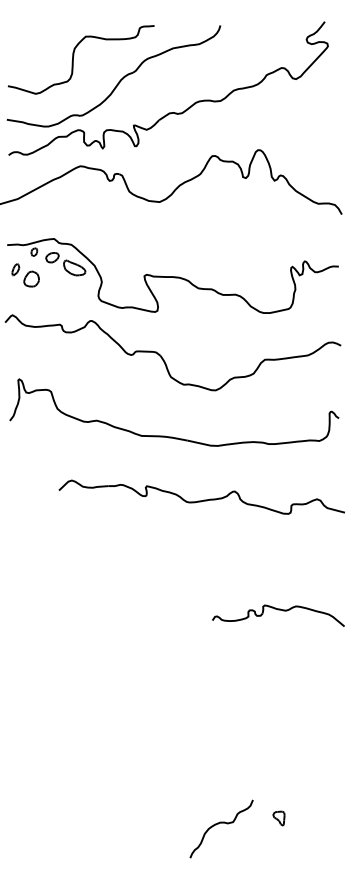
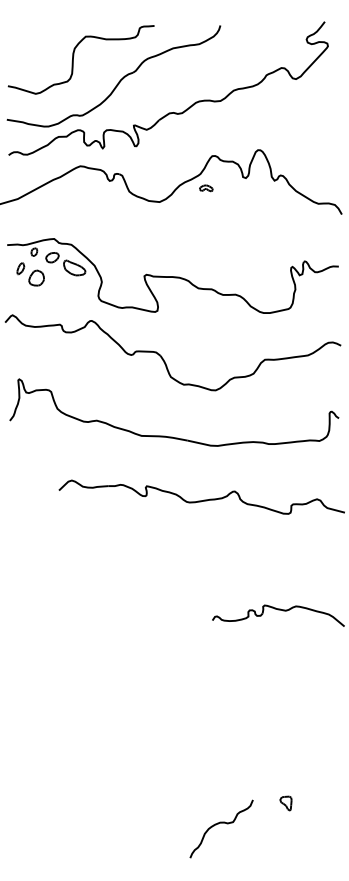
part at (206, 188): none -> present
part at (25, 275) position: (25, 275) -> (30, 274)
part at (278, 818) position: (278, 818) -> (285, 803)
